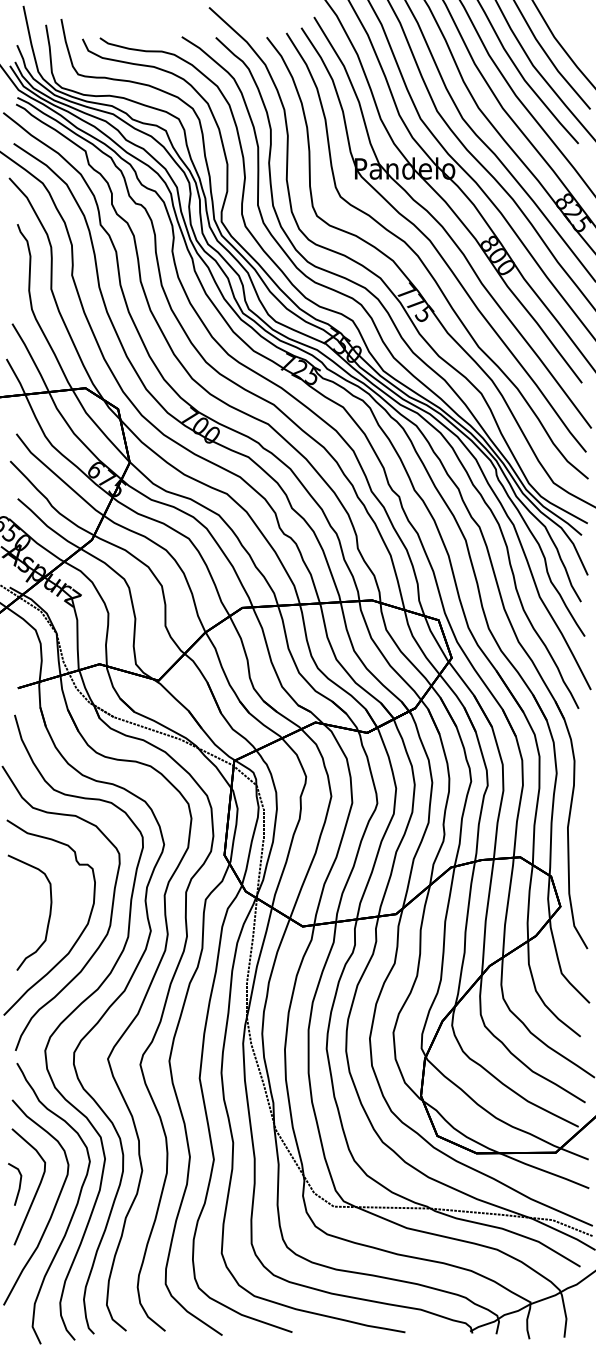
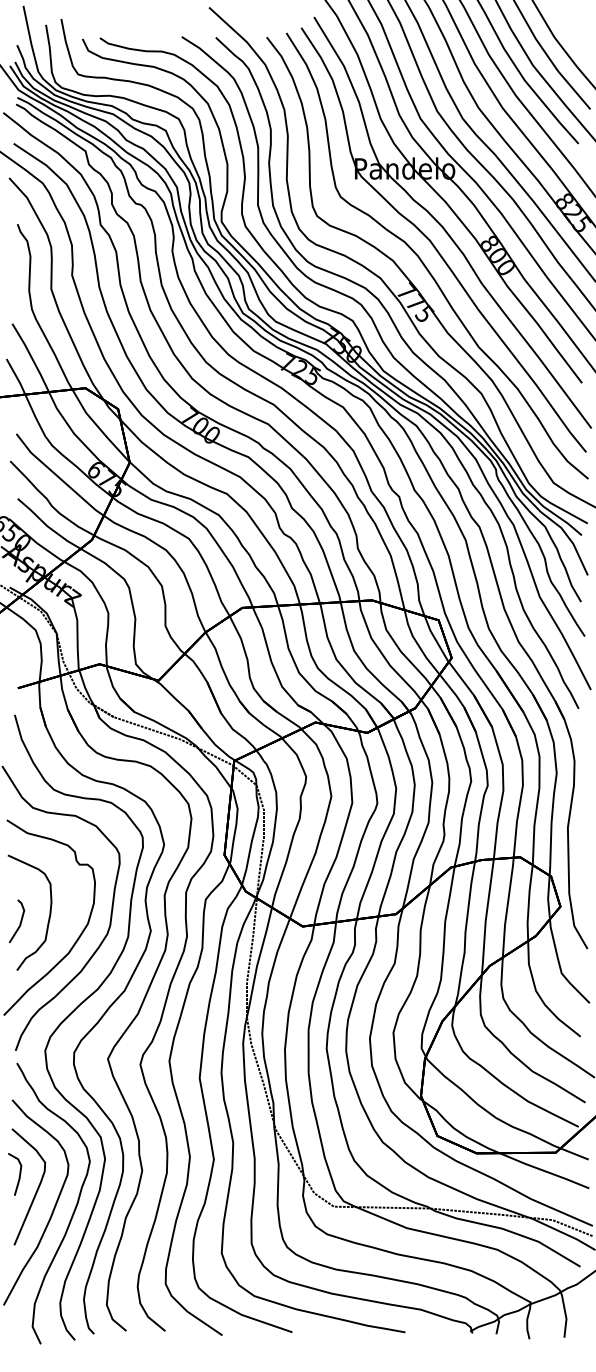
line at (19, 923): none -> present
line at (19, 1184) position: (19, 1184) -> (19, 1174)
